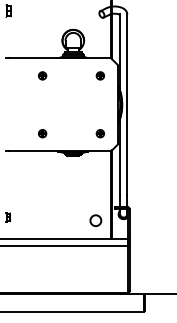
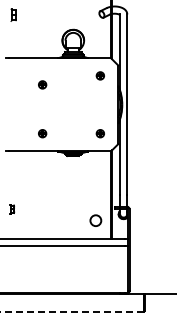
part at (8, 10) position: (8, 10) -> (13, 14)
part at (42, 75) position: (42, 75) -> (42, 84)
part at (8, 217) position: (8, 217) -> (12, 209)
line at (71, 311): solid -> dashed
